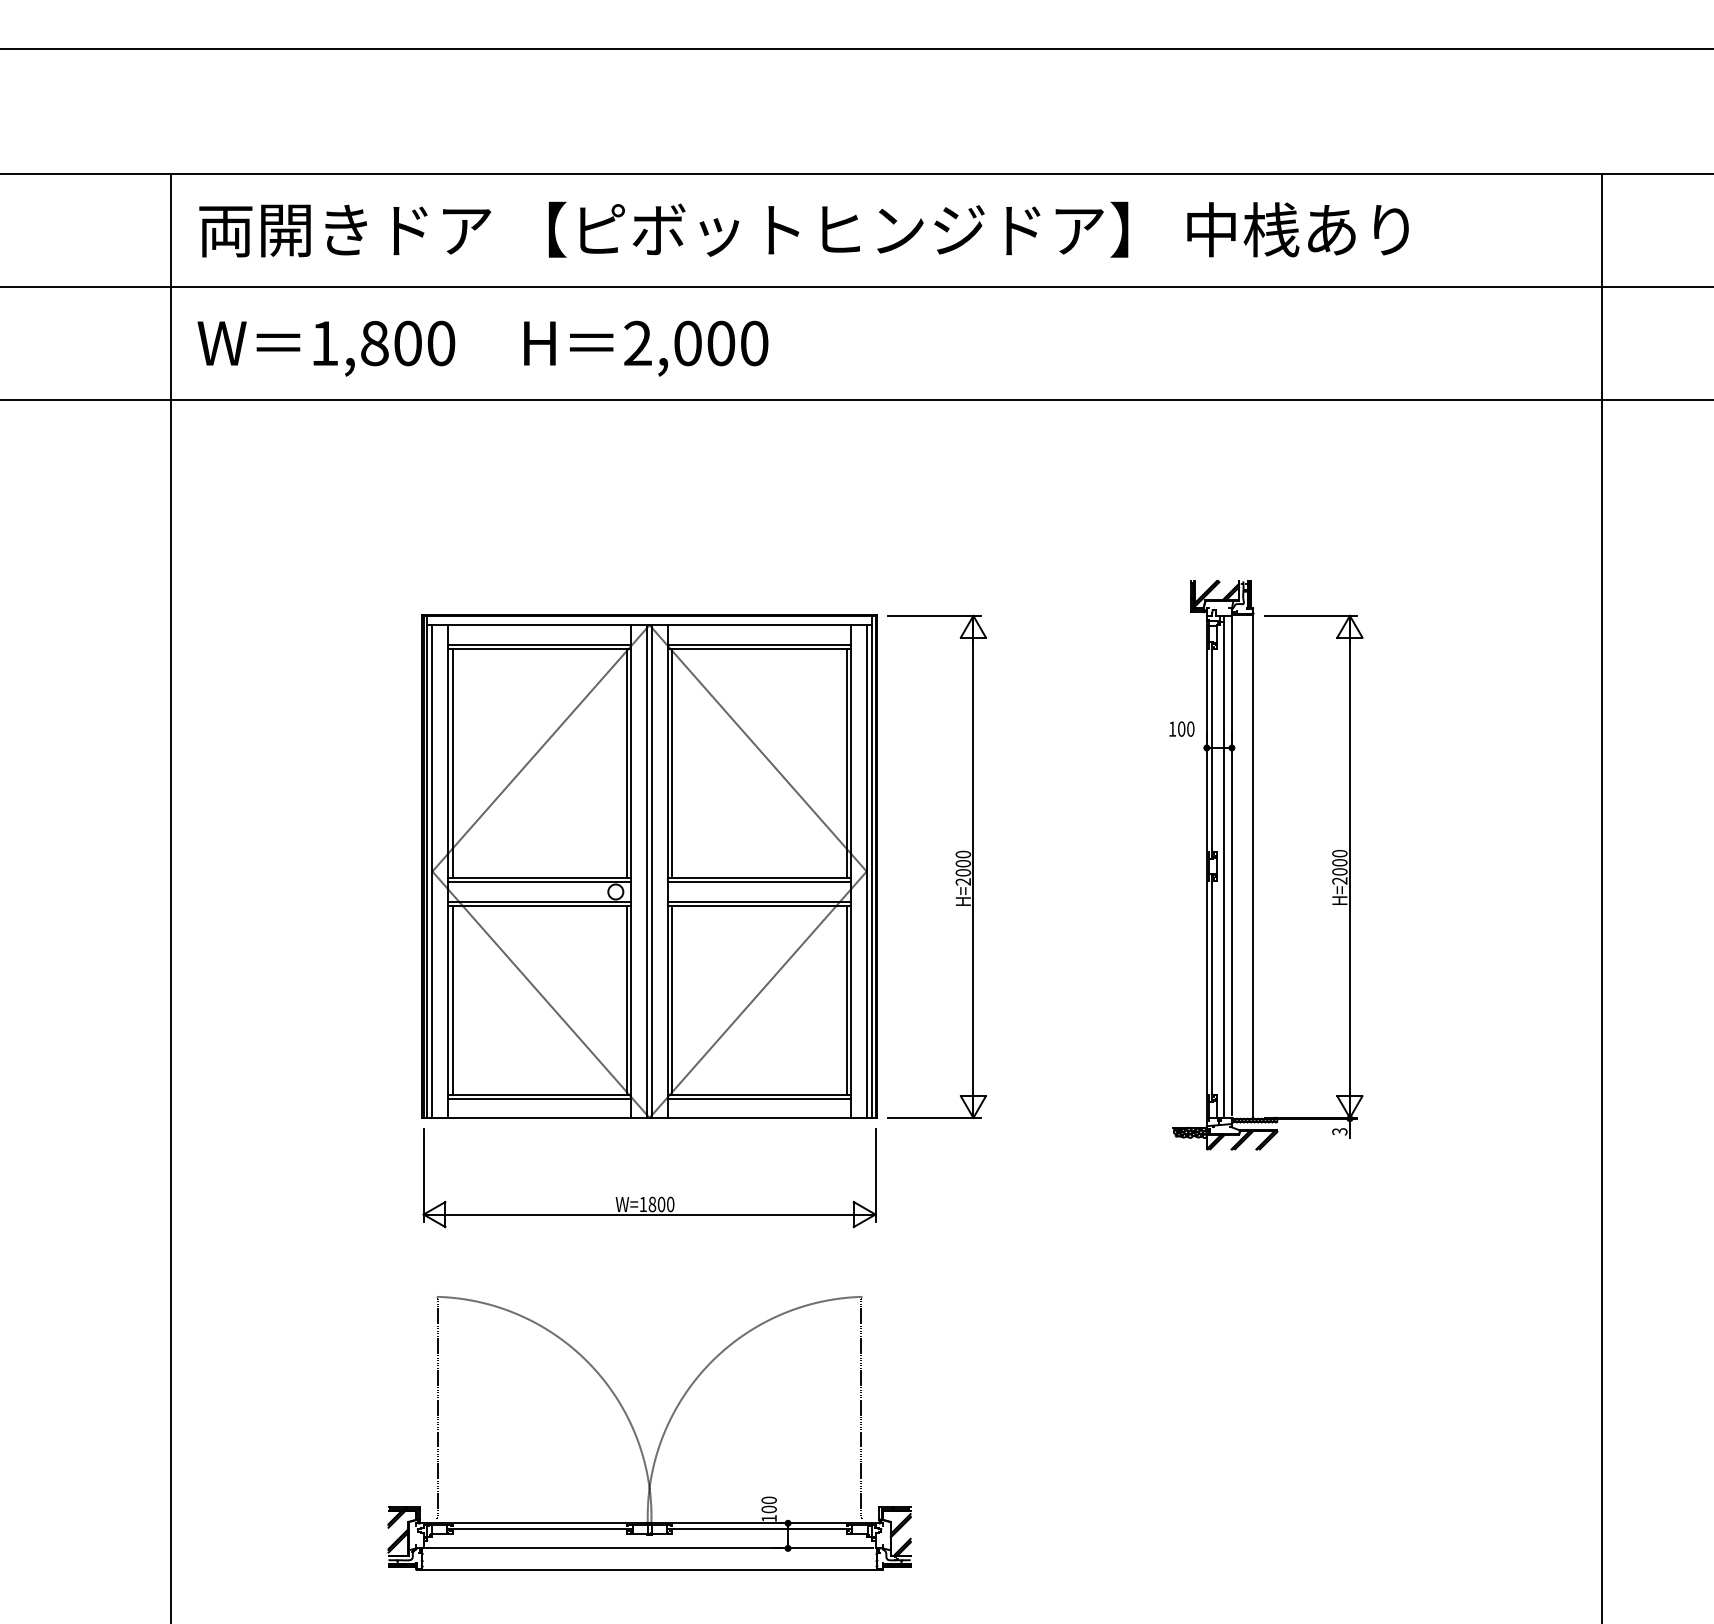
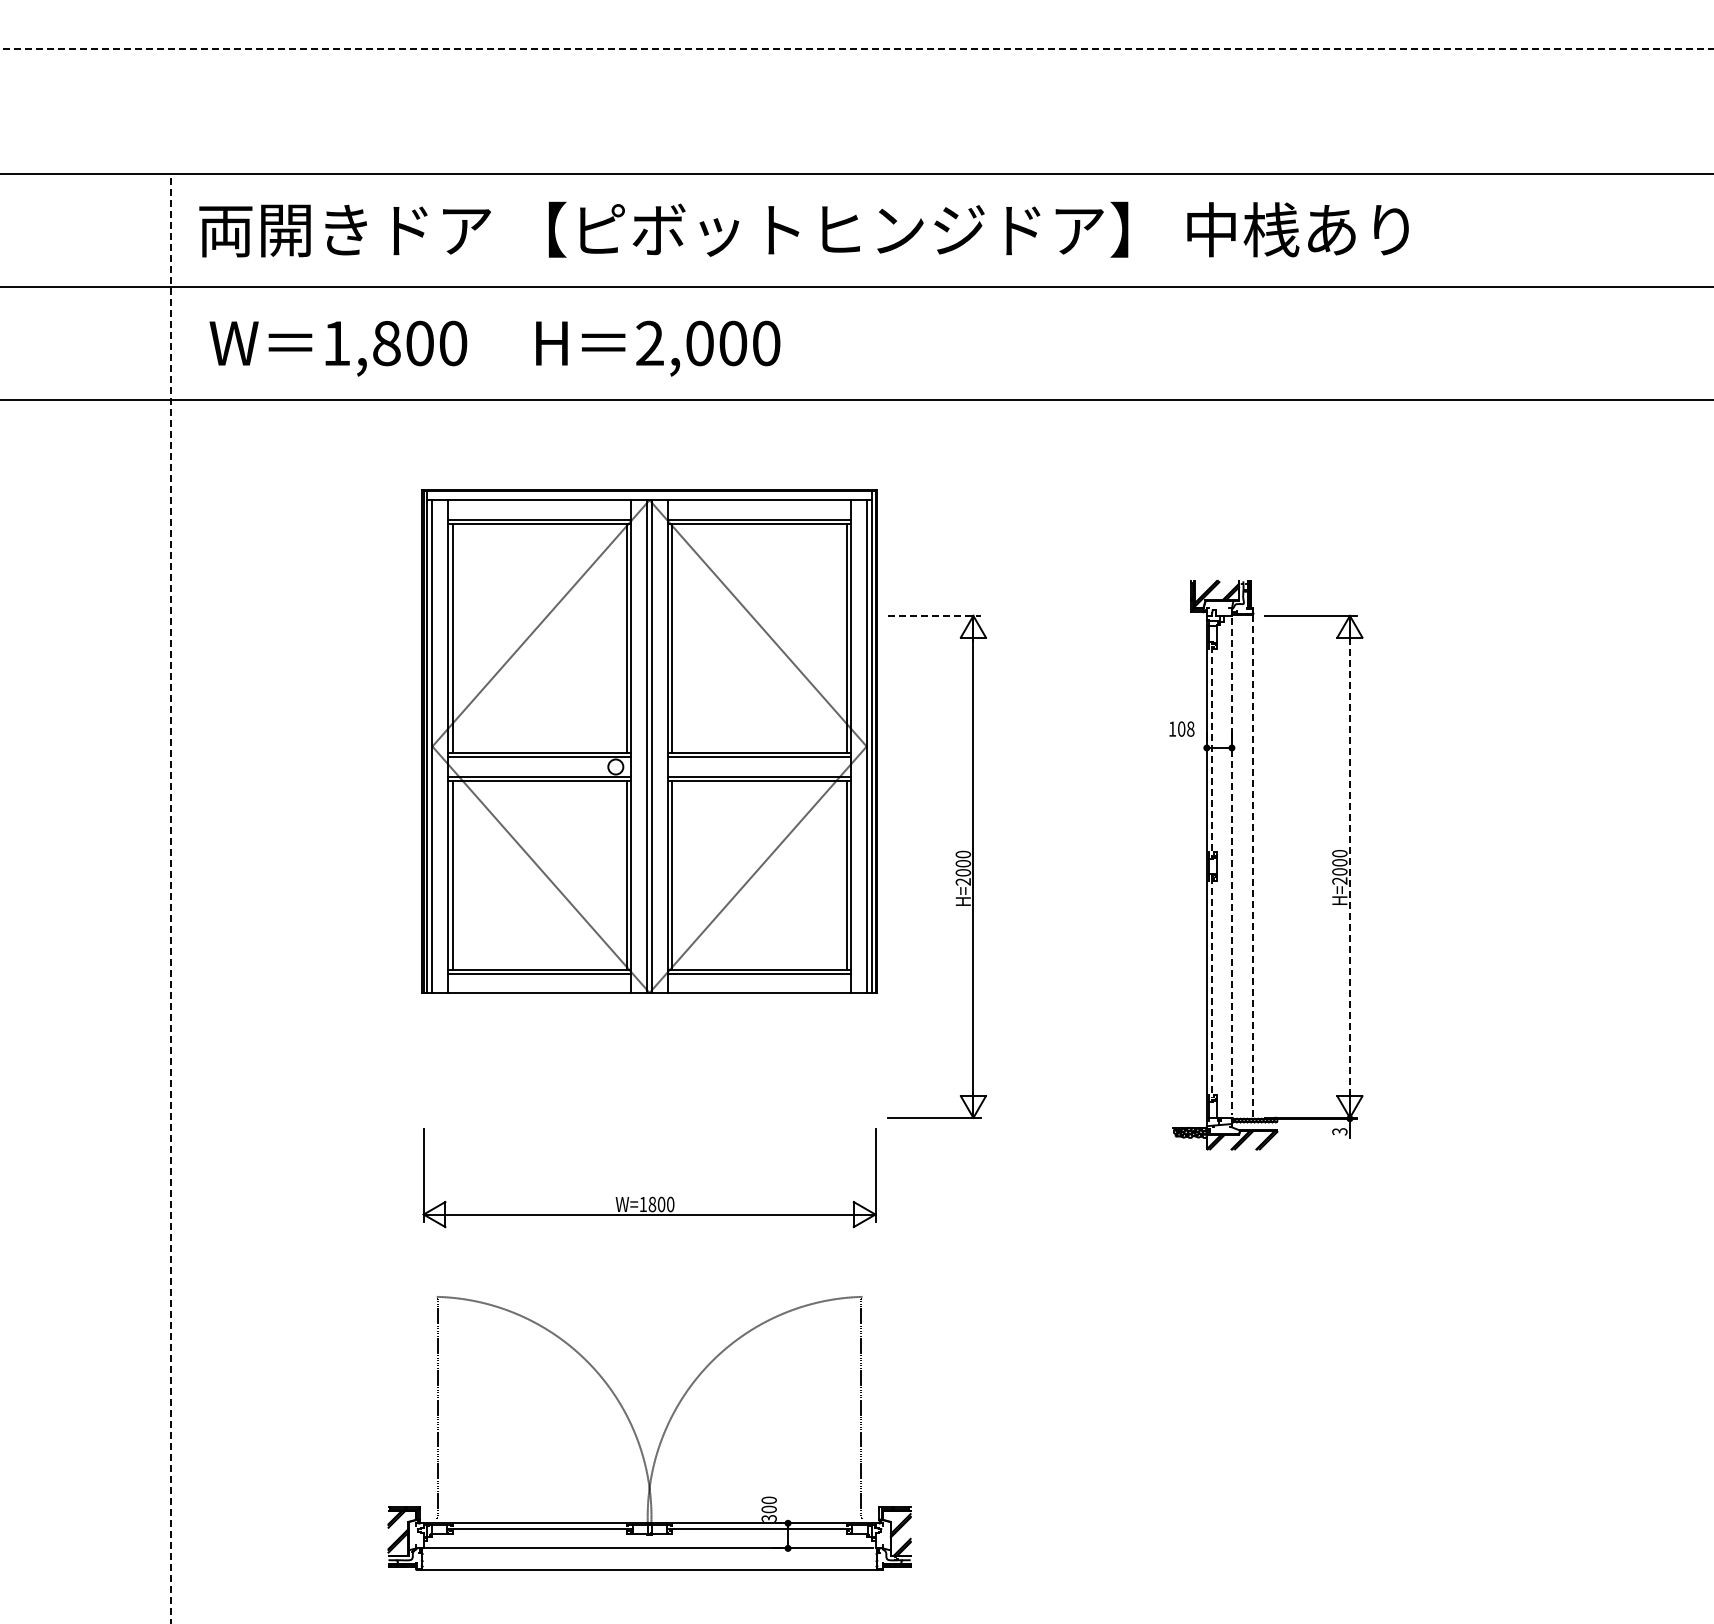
line at (857, 48): solid -> dashed
text at (482, 348) position: (482, 348) -> (494, 348)
line at (935, 615): solid -> dashed
text at (1190, 729): 100 -> 108
line at (1212, 751): solid -> dashed
part at (649, 866) position: (649, 866) -> (649, 741)
line at (1231, 866): solid -> dashed
line at (1253, 867): solid -> dashed
line at (1349, 867): solid -> dashed
line at (1224, 869): present -> none
line at (1601, 897): present -> none
line at (170, 898): solid -> dashed
line at (1212, 987): solid -> dashed
text at (768, 1518): 100 -> 300
